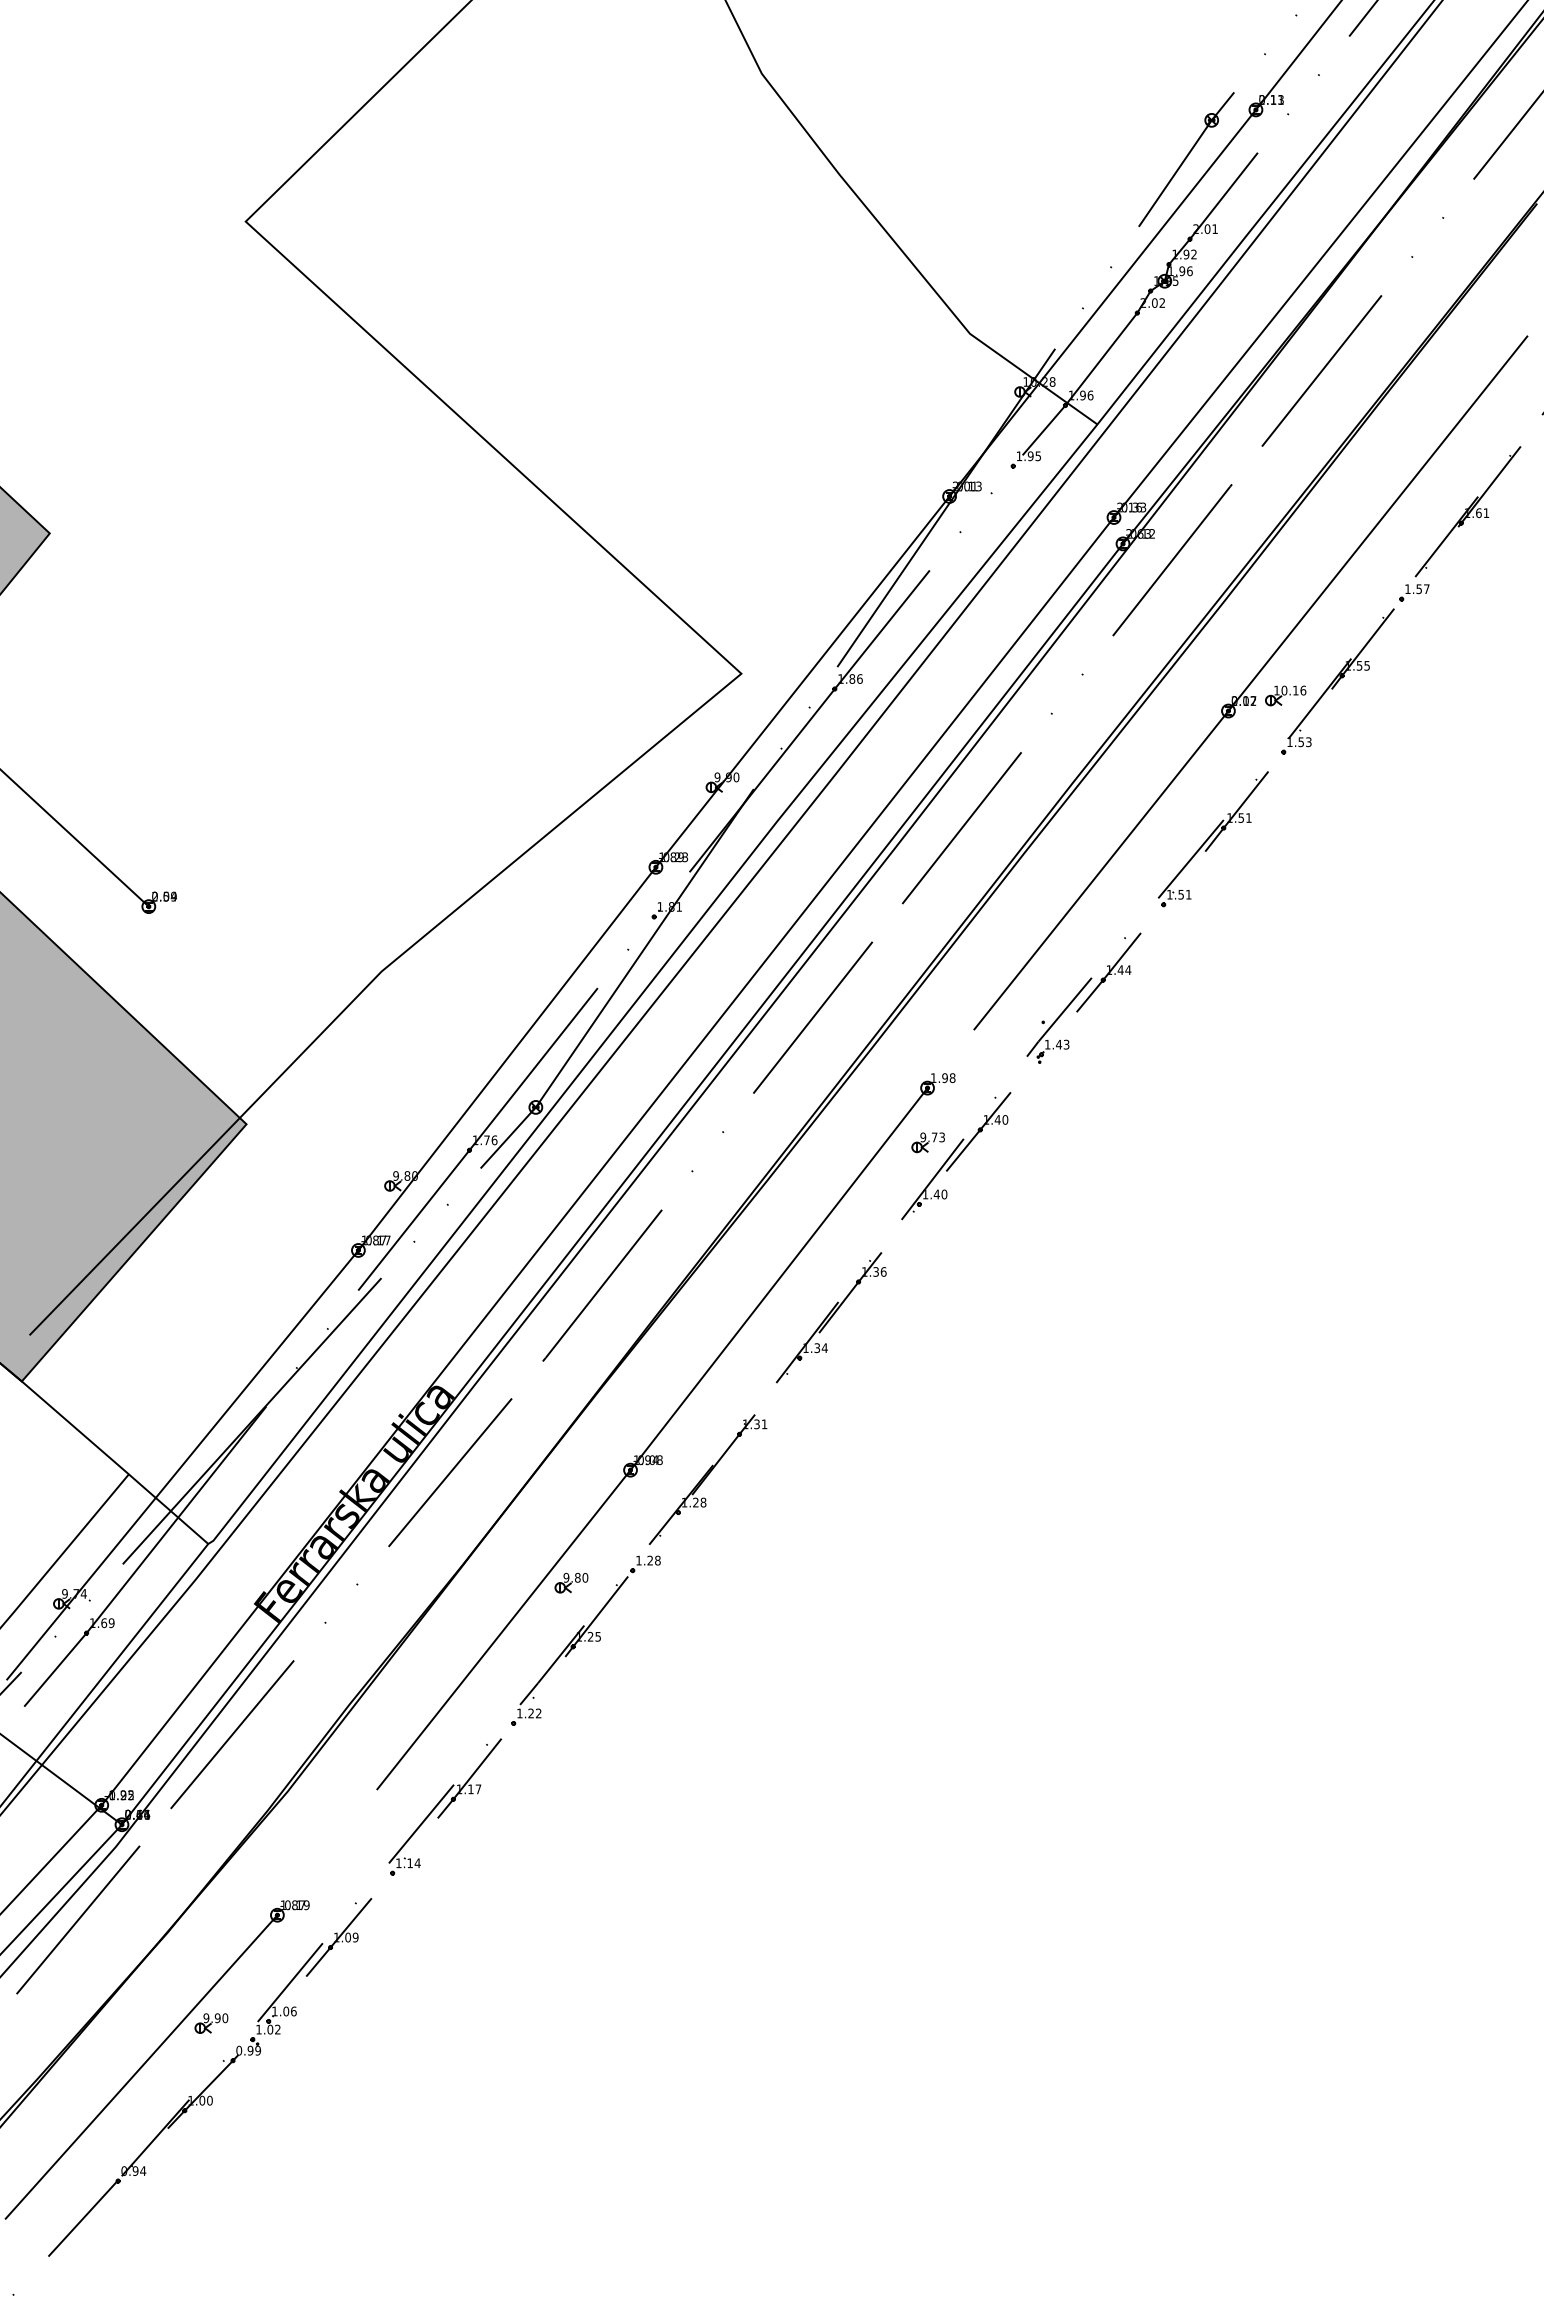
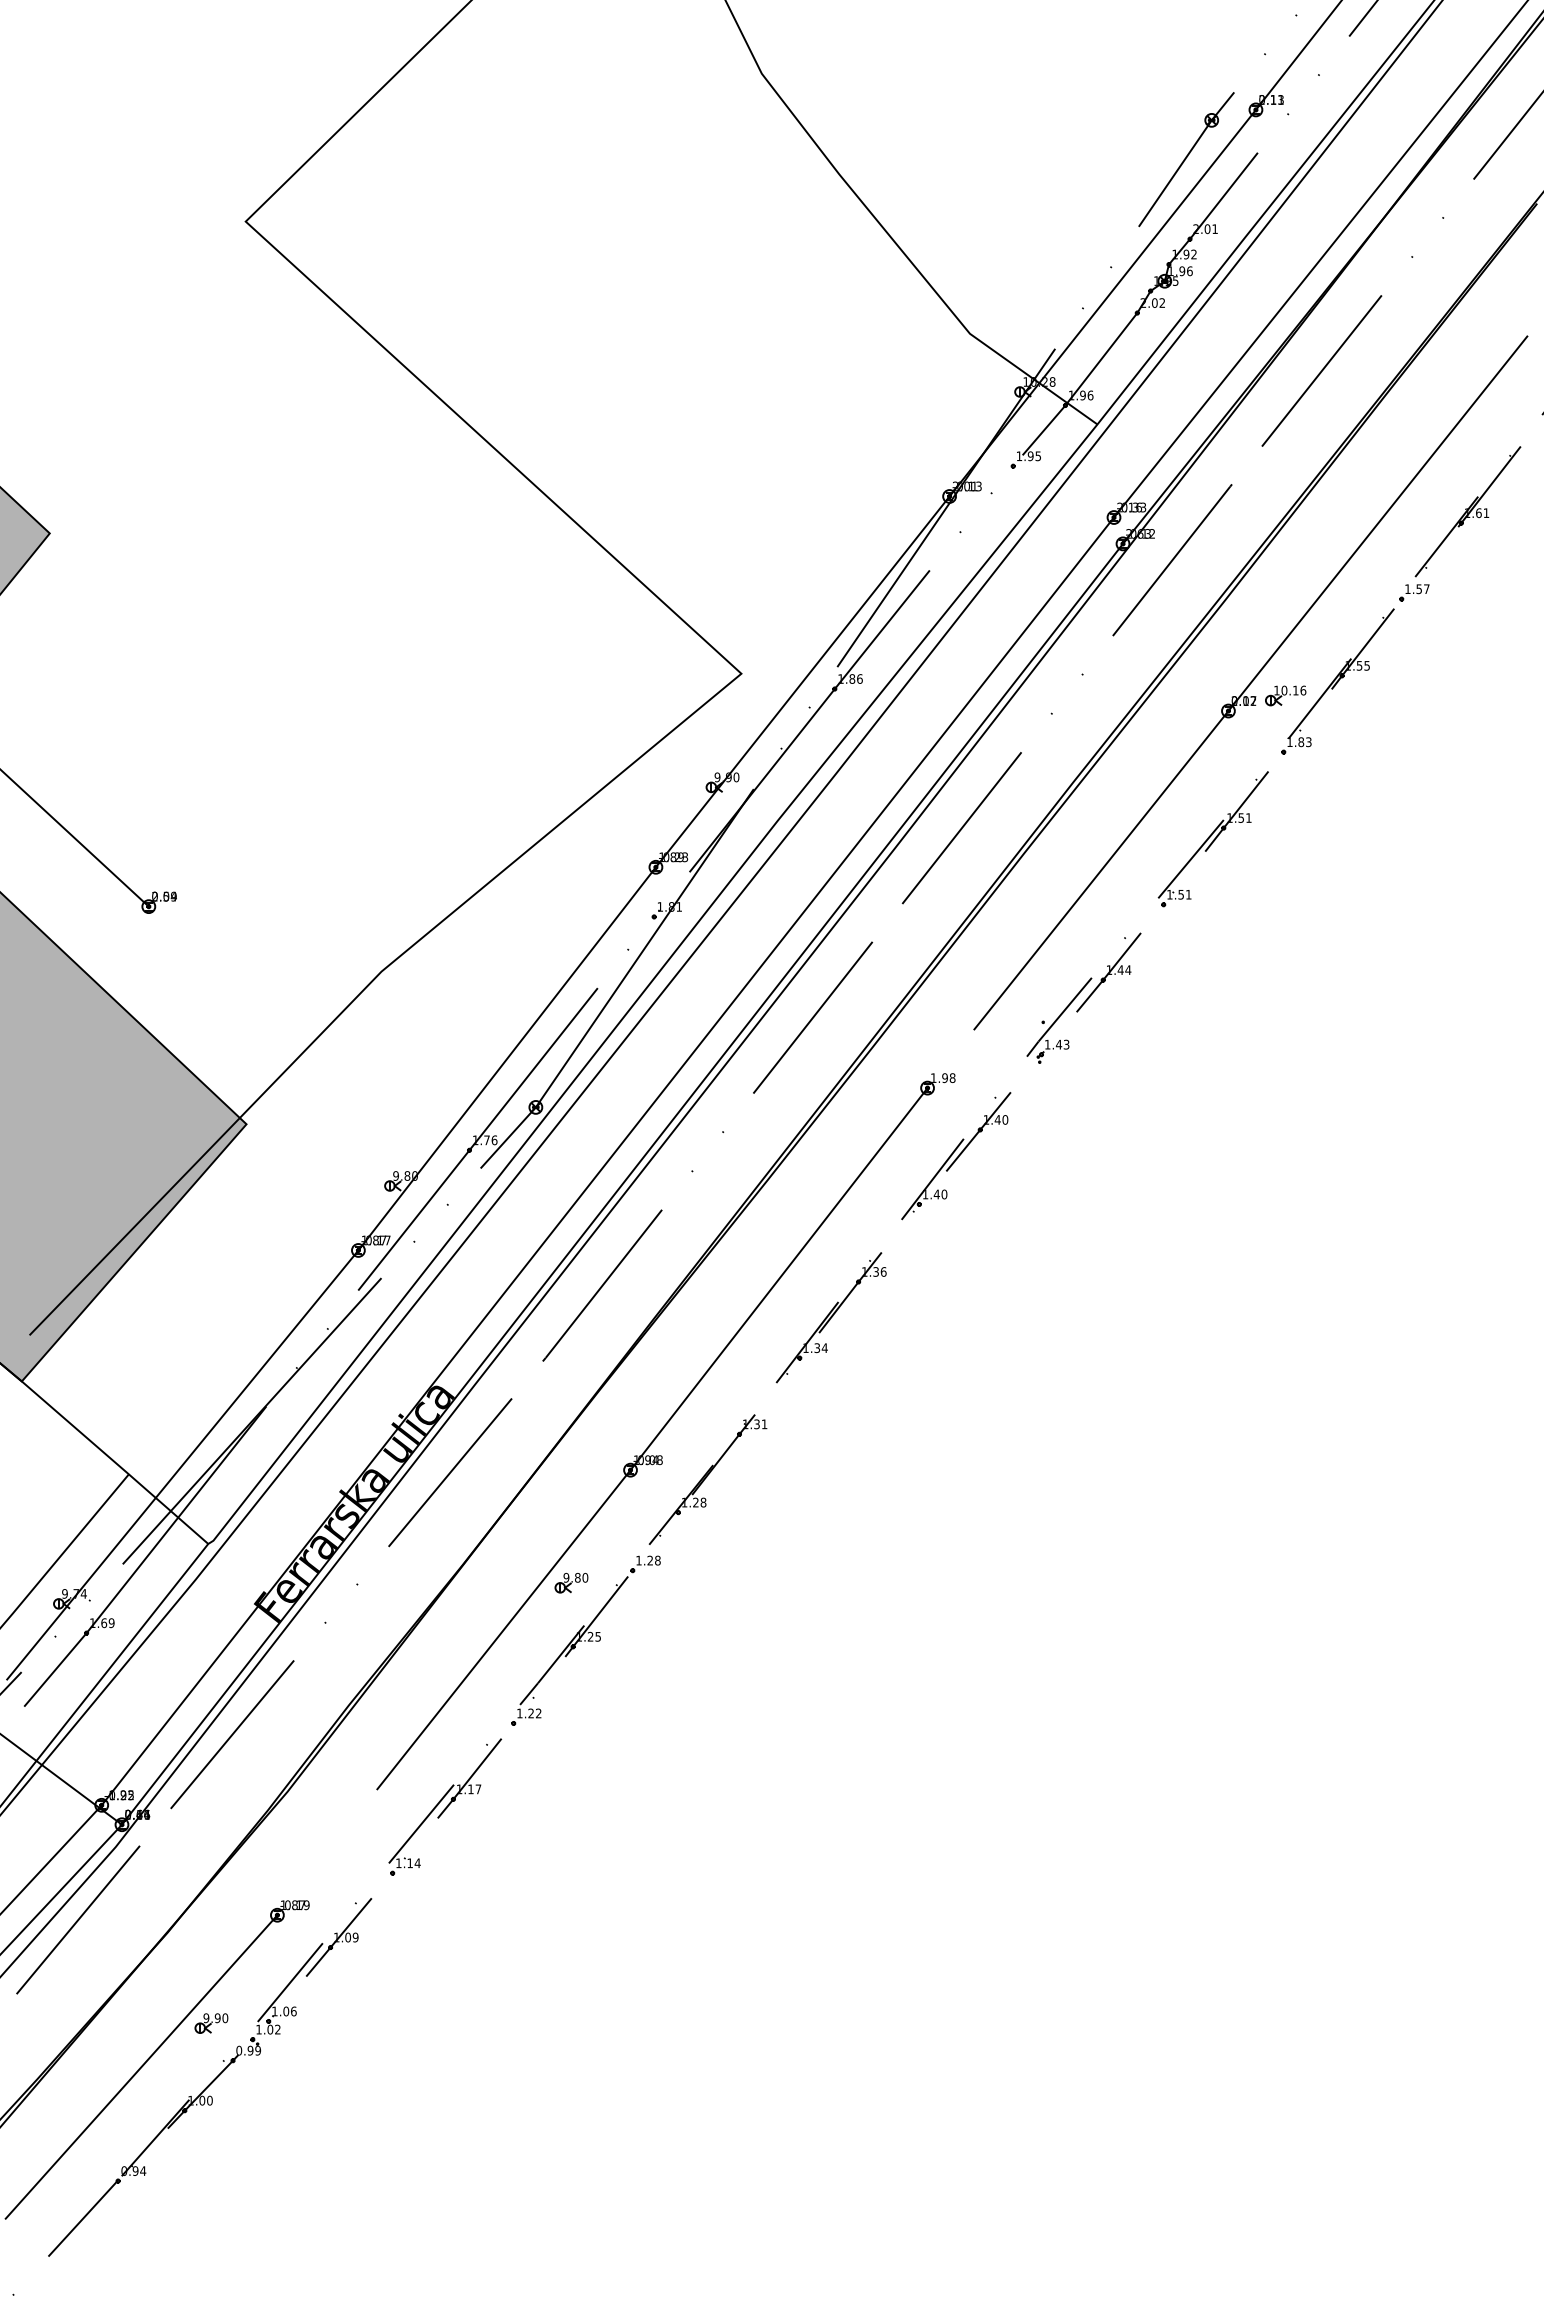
text at (1301, 742): 1.53 -> 1.83
part at (927, 1142): present -> none
